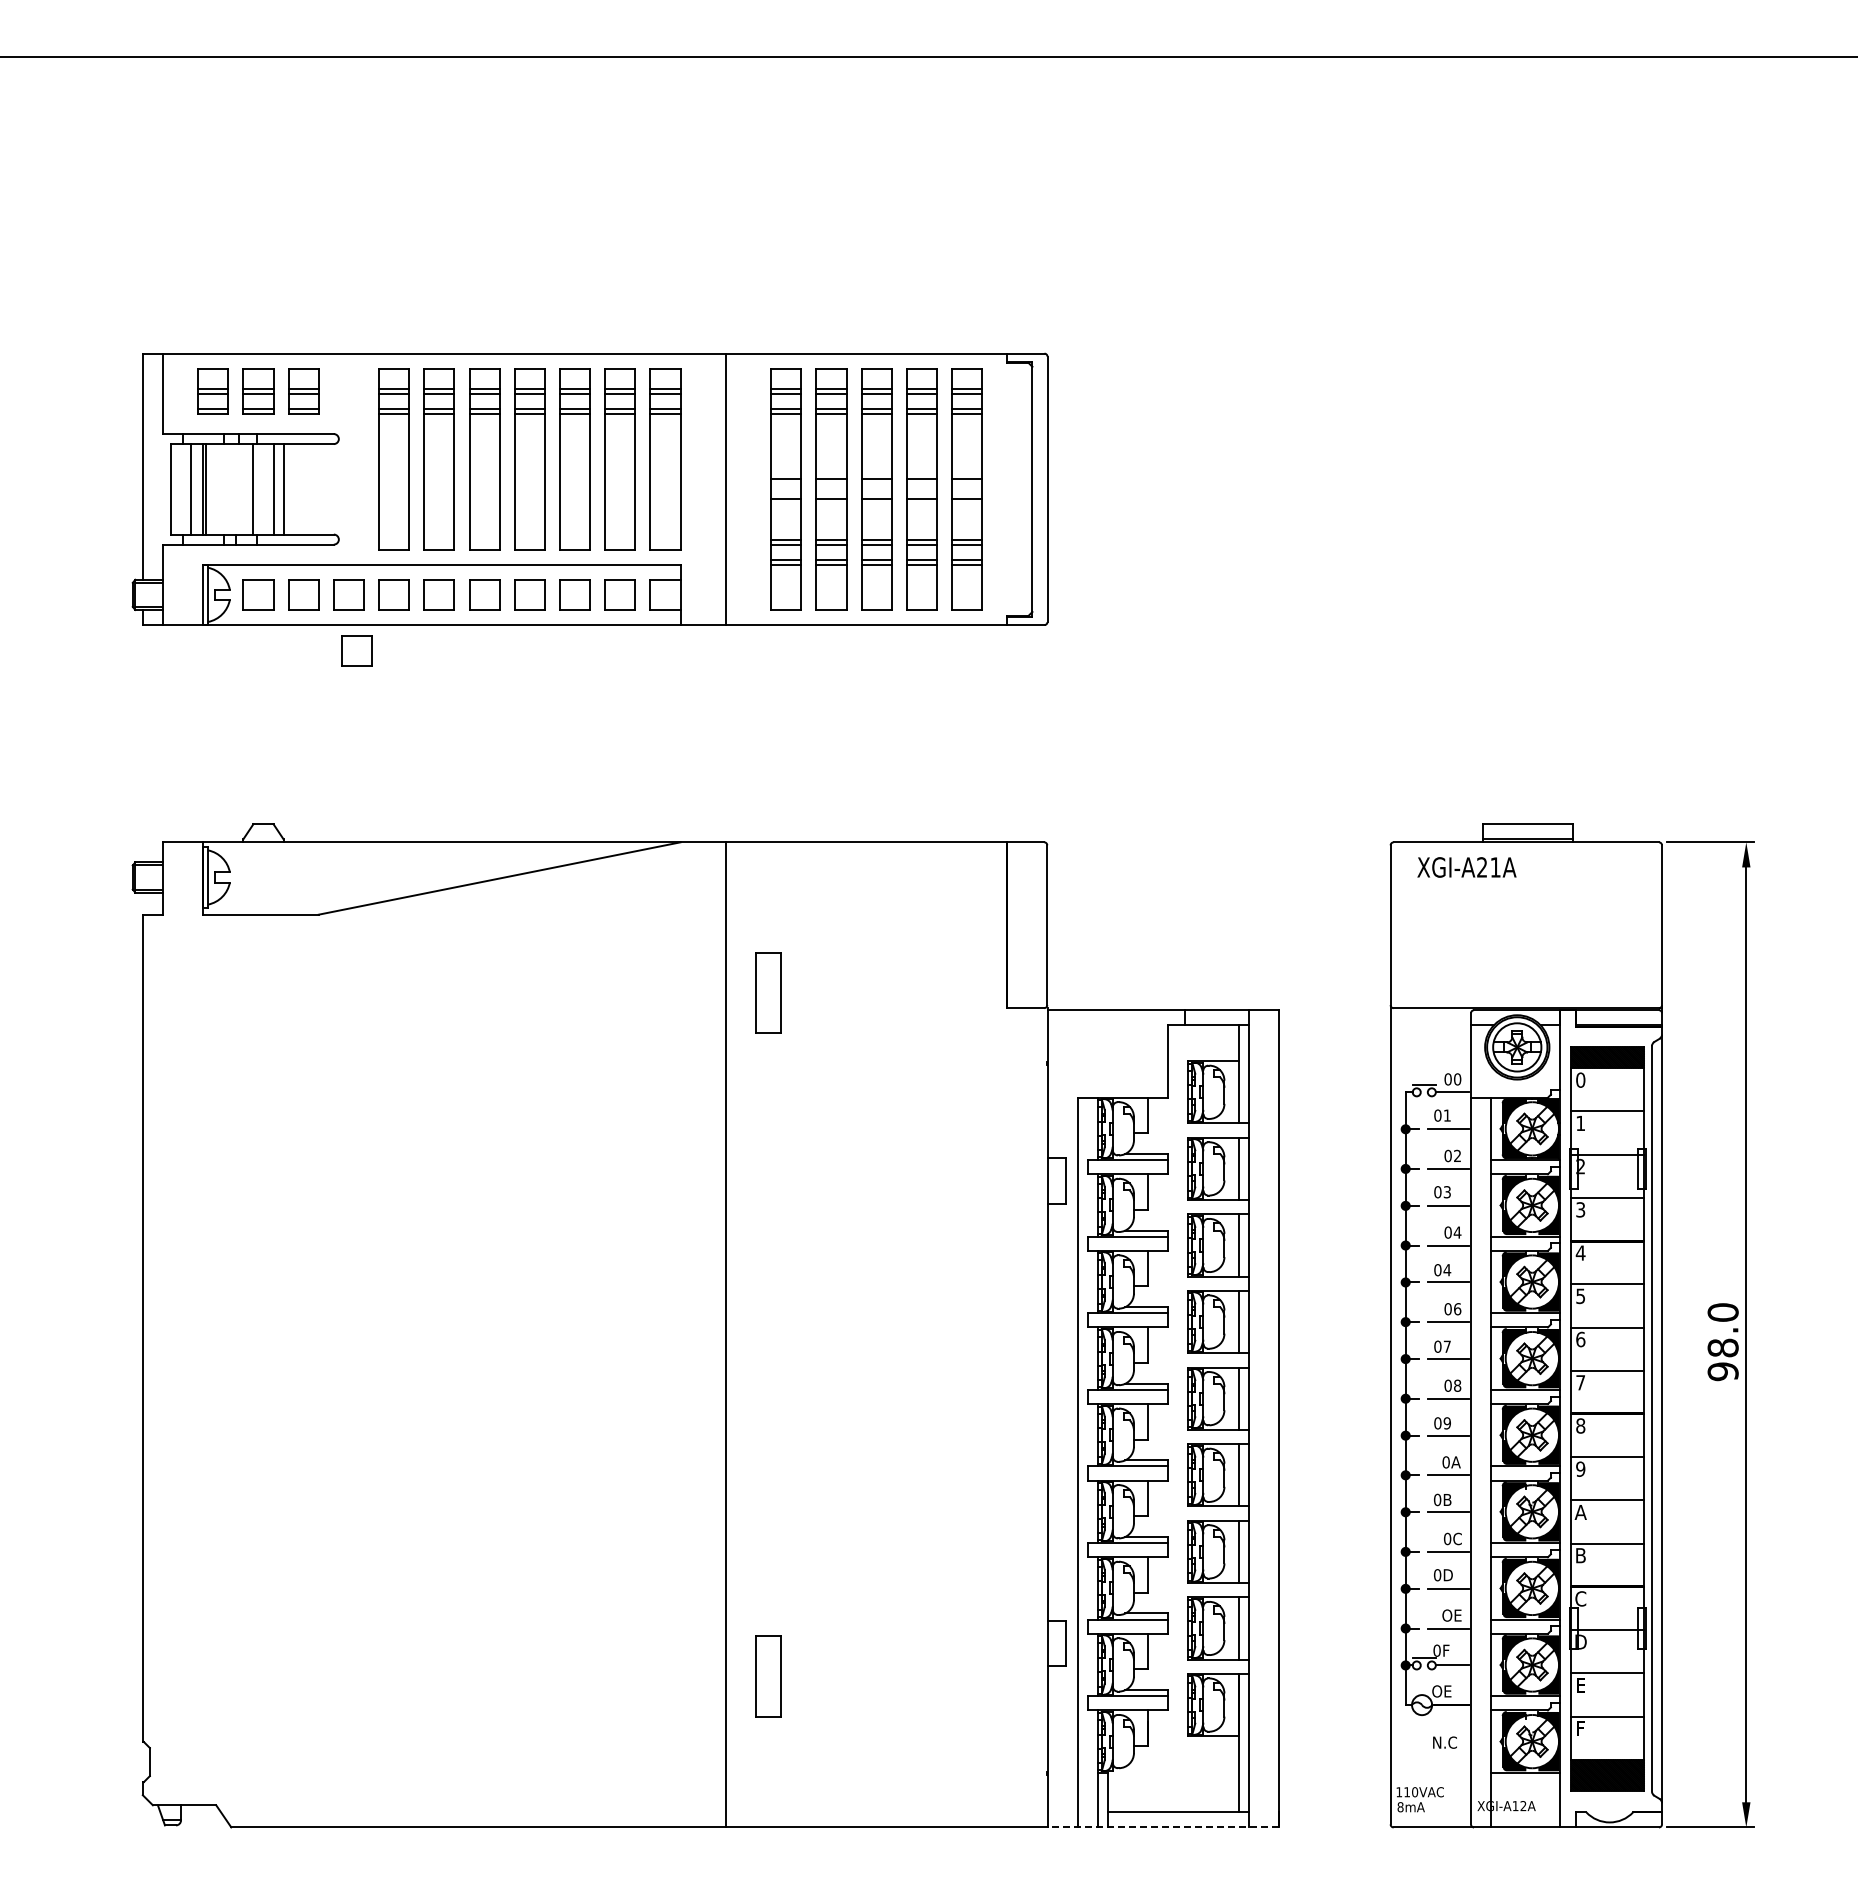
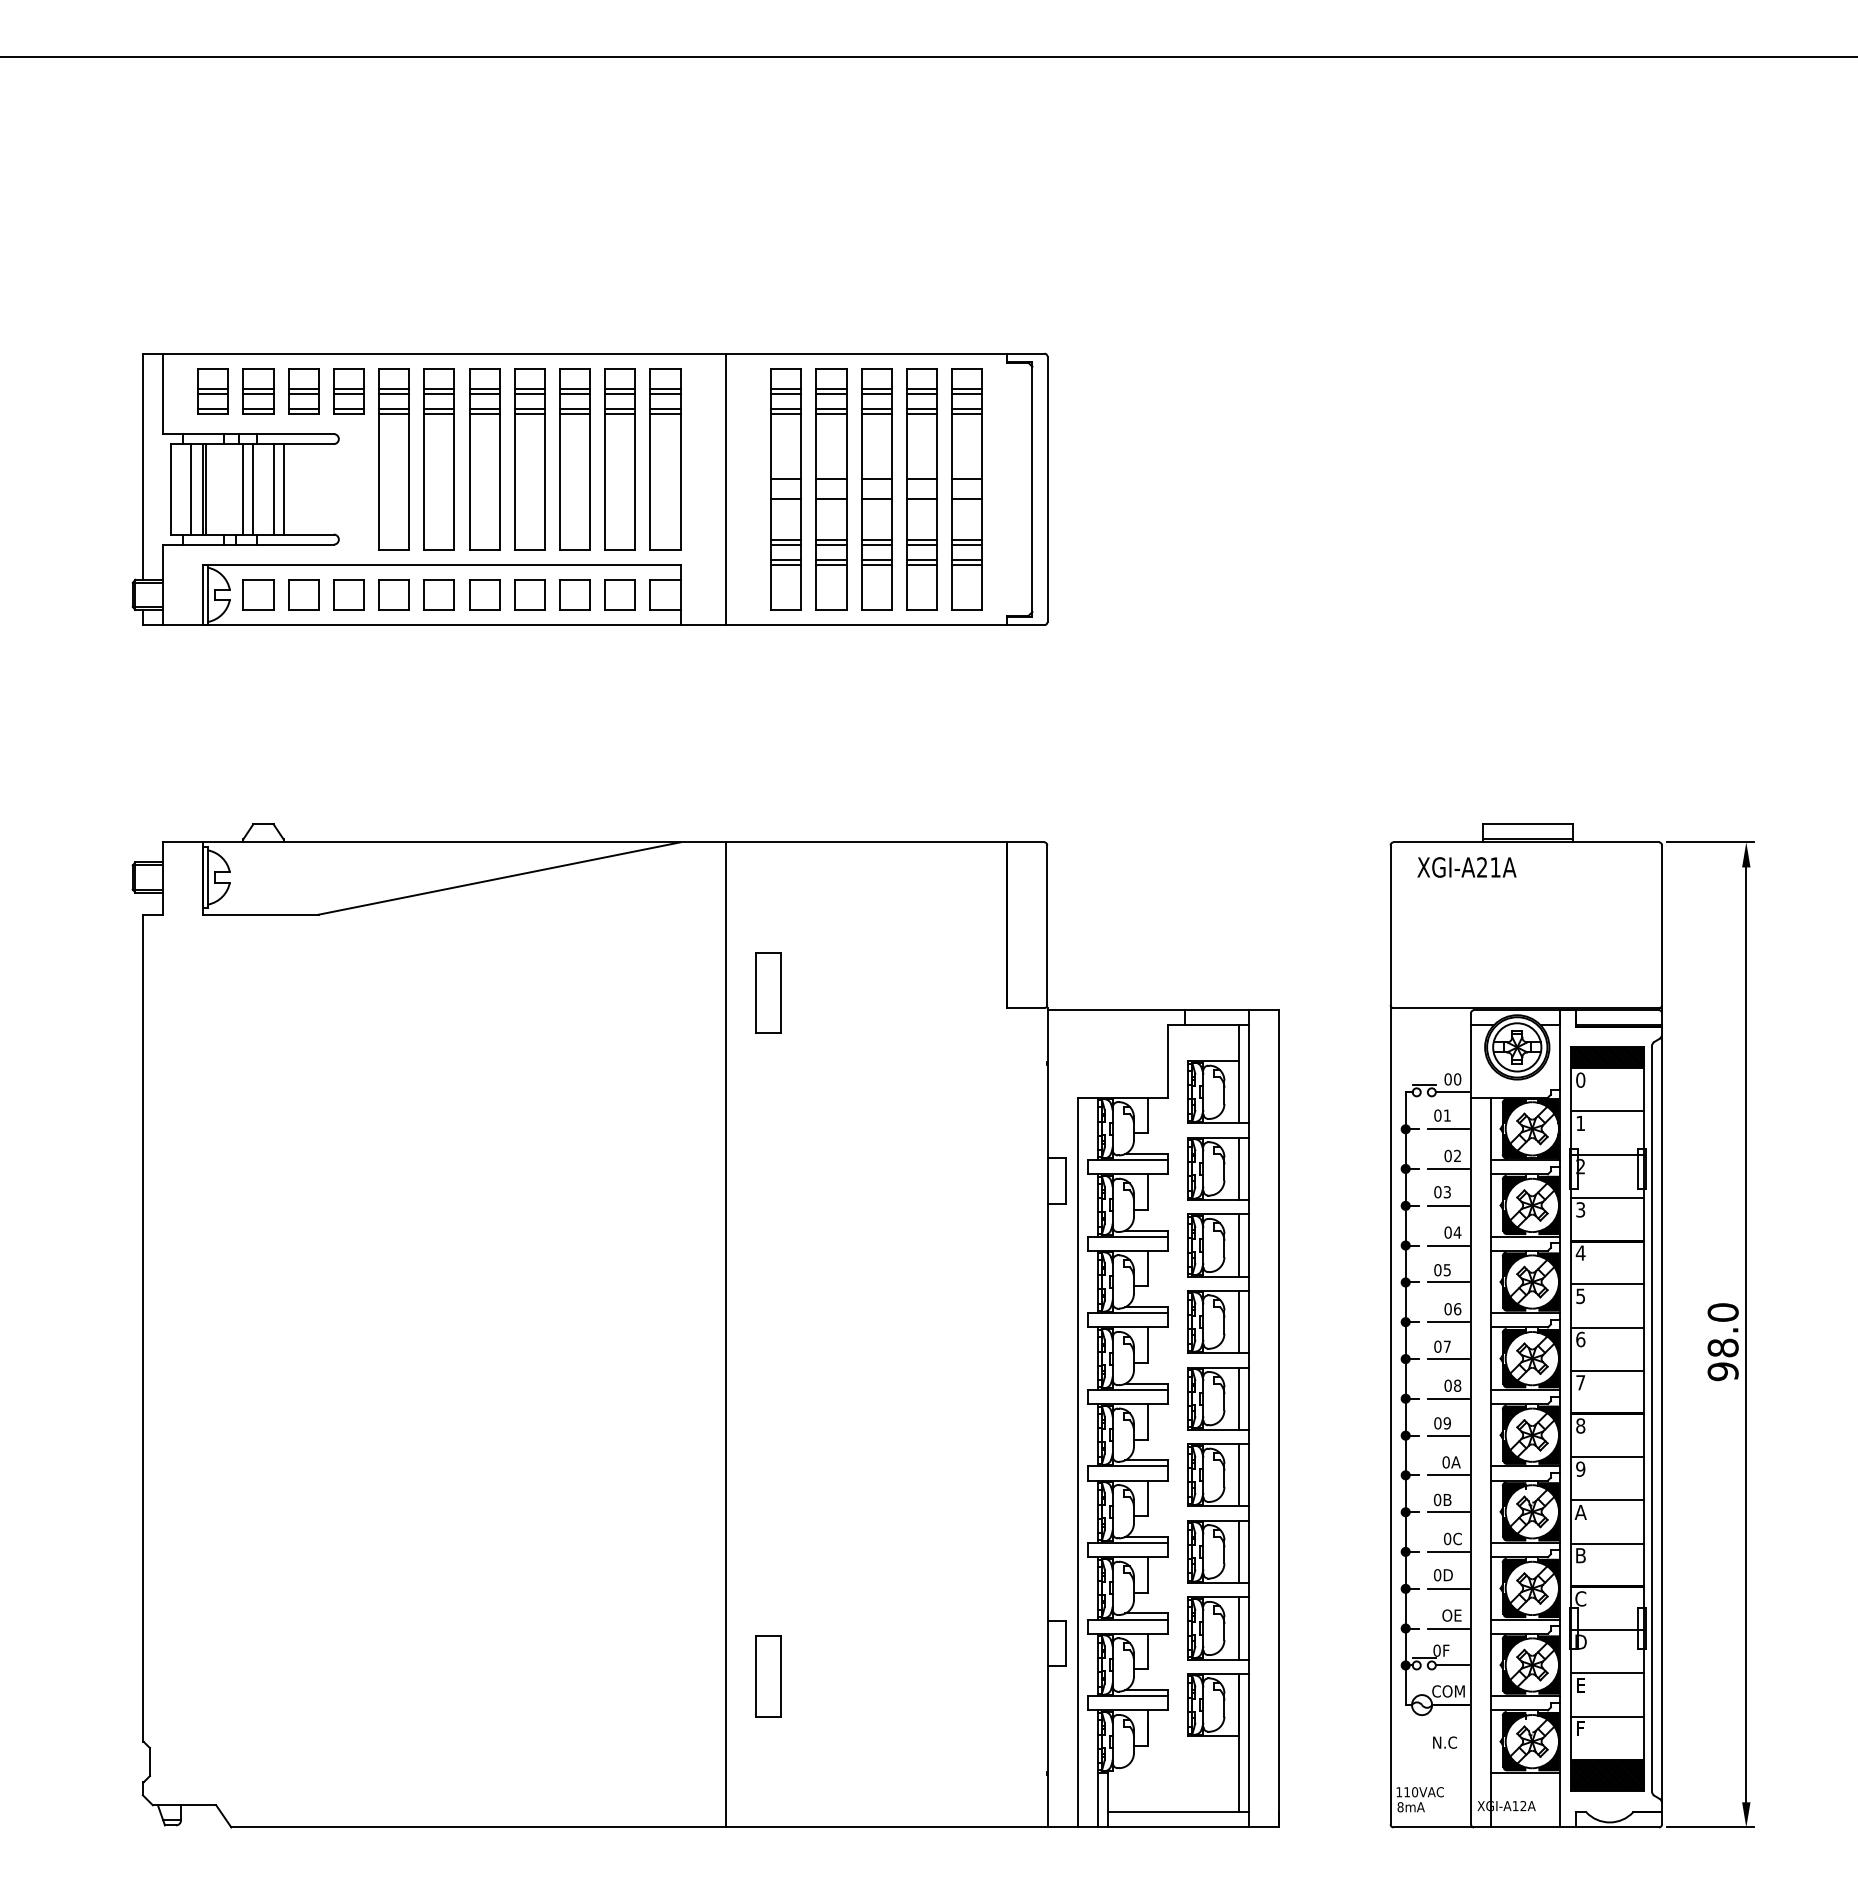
part at (348, 391): none -> present
line at (243, 489): none -> present
part at (356, 650): present -> none
text at (1447, 1270): 04 -> 05
text at (1451, 1691): OE -> COM
line at (1163, 1827): dashed -> solid
